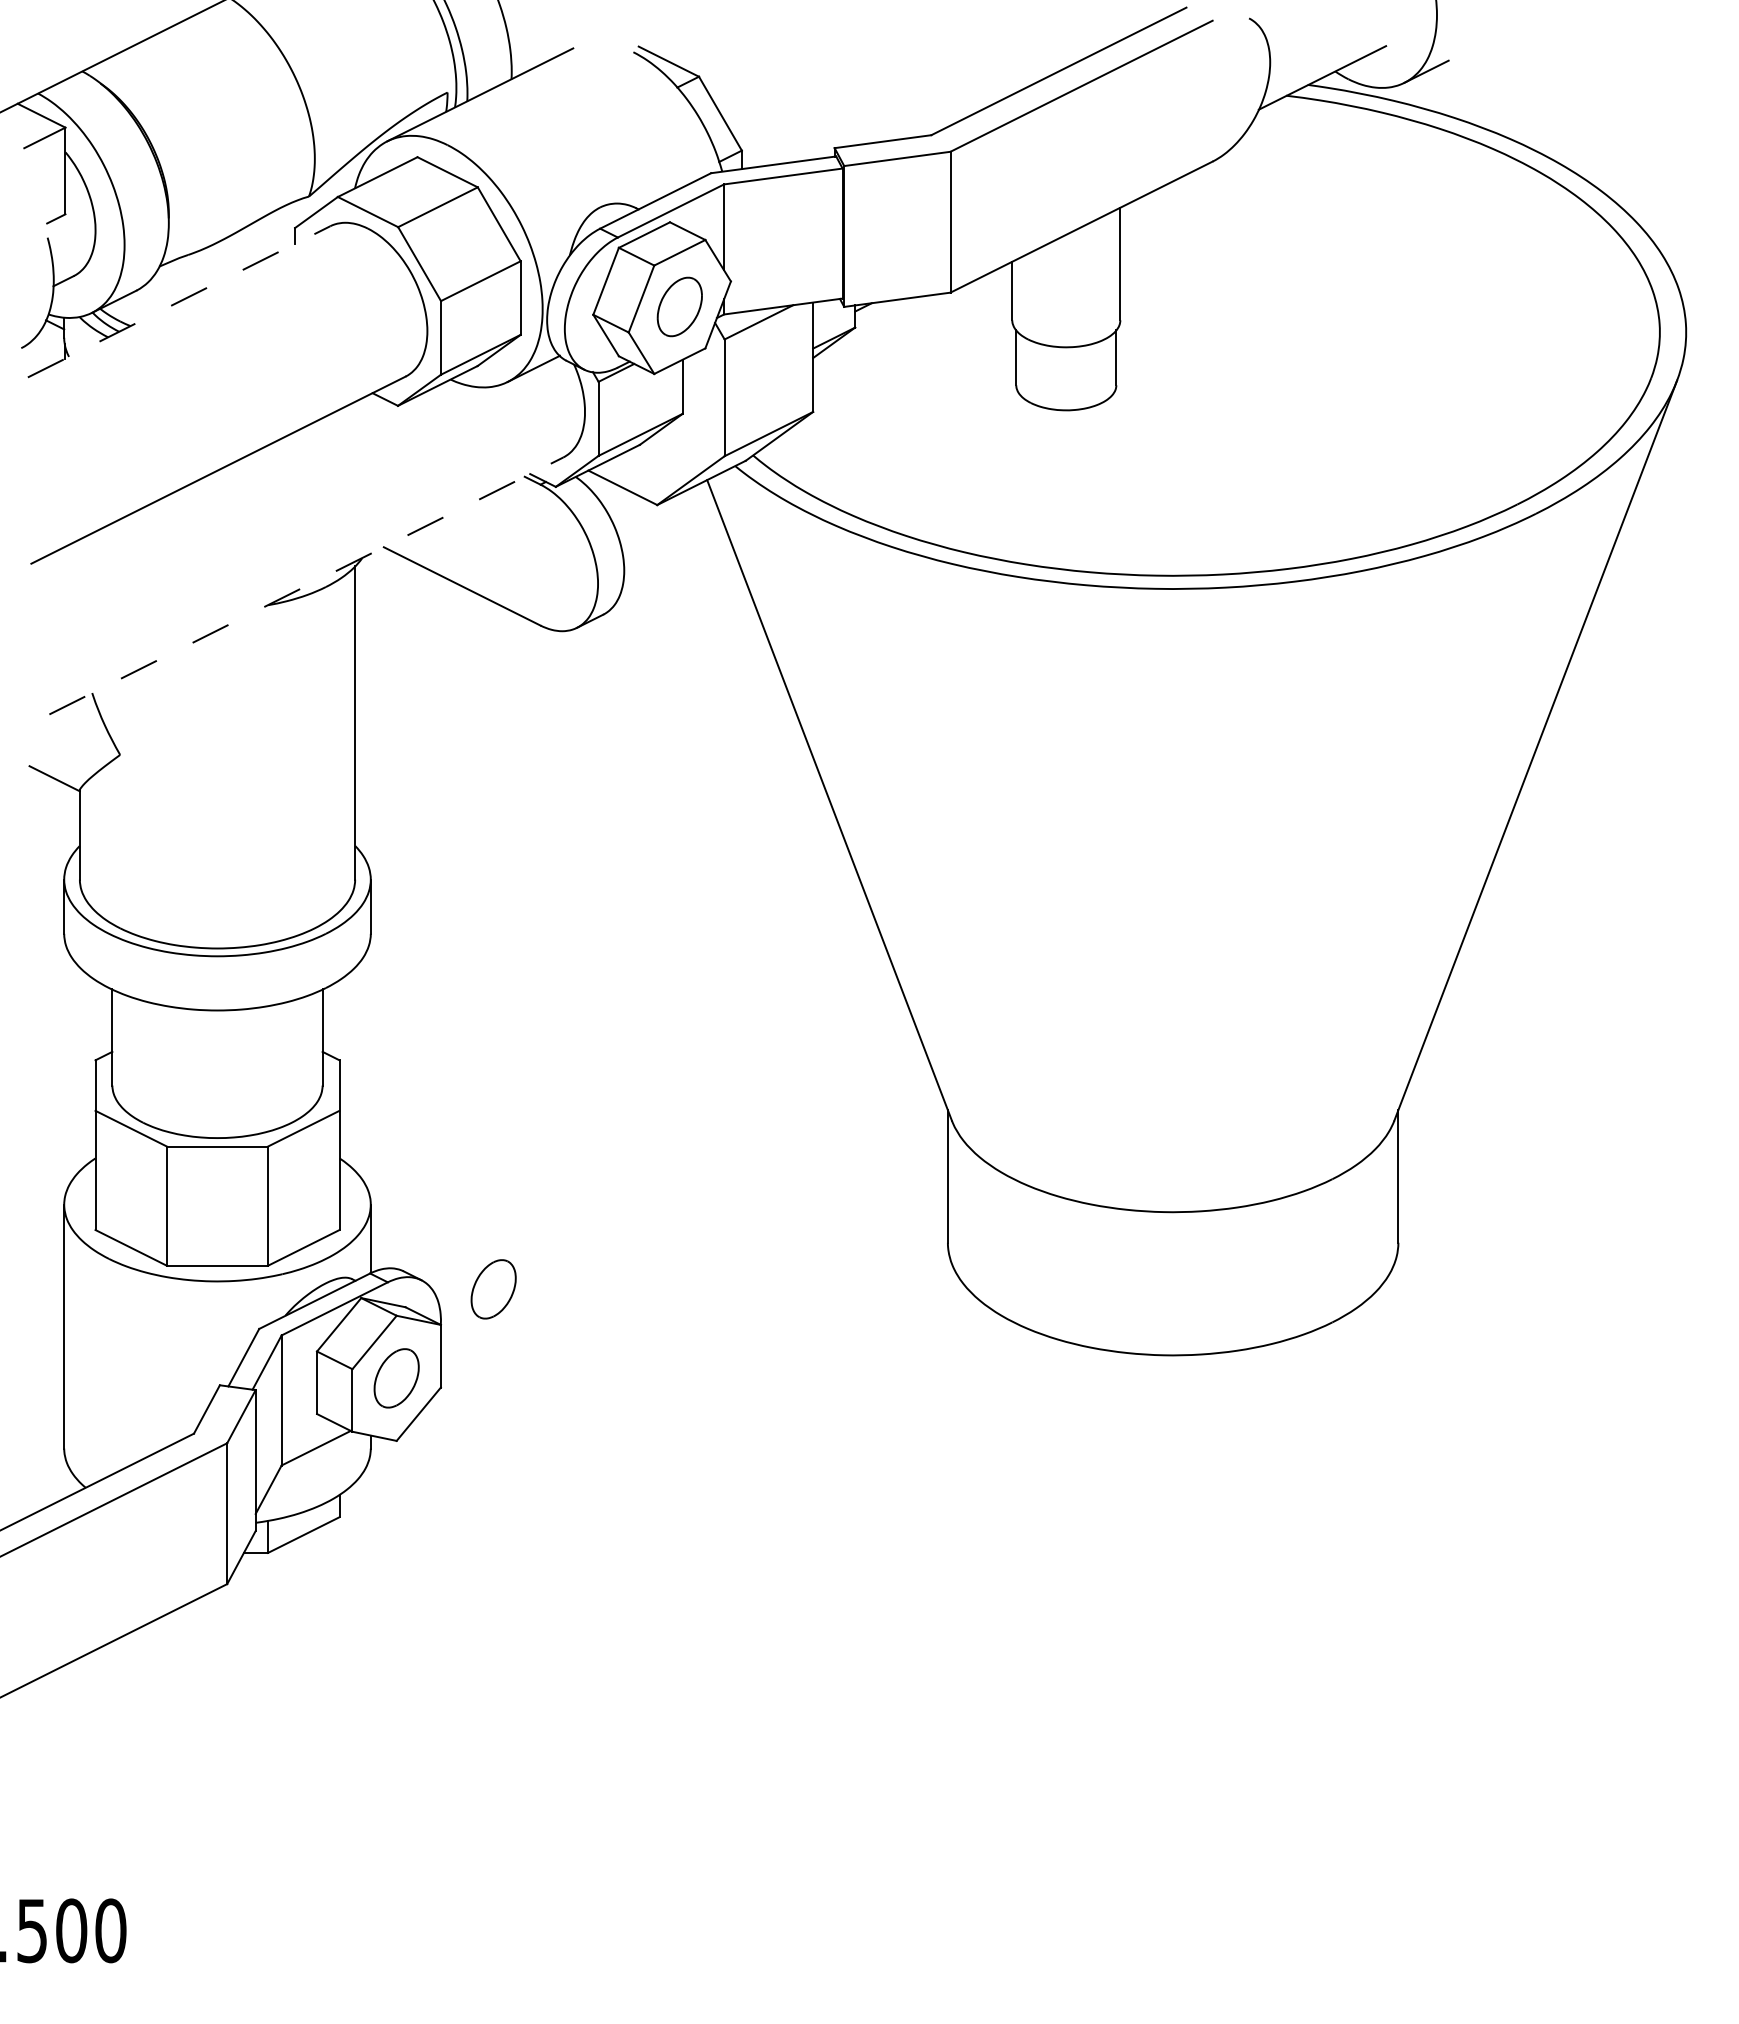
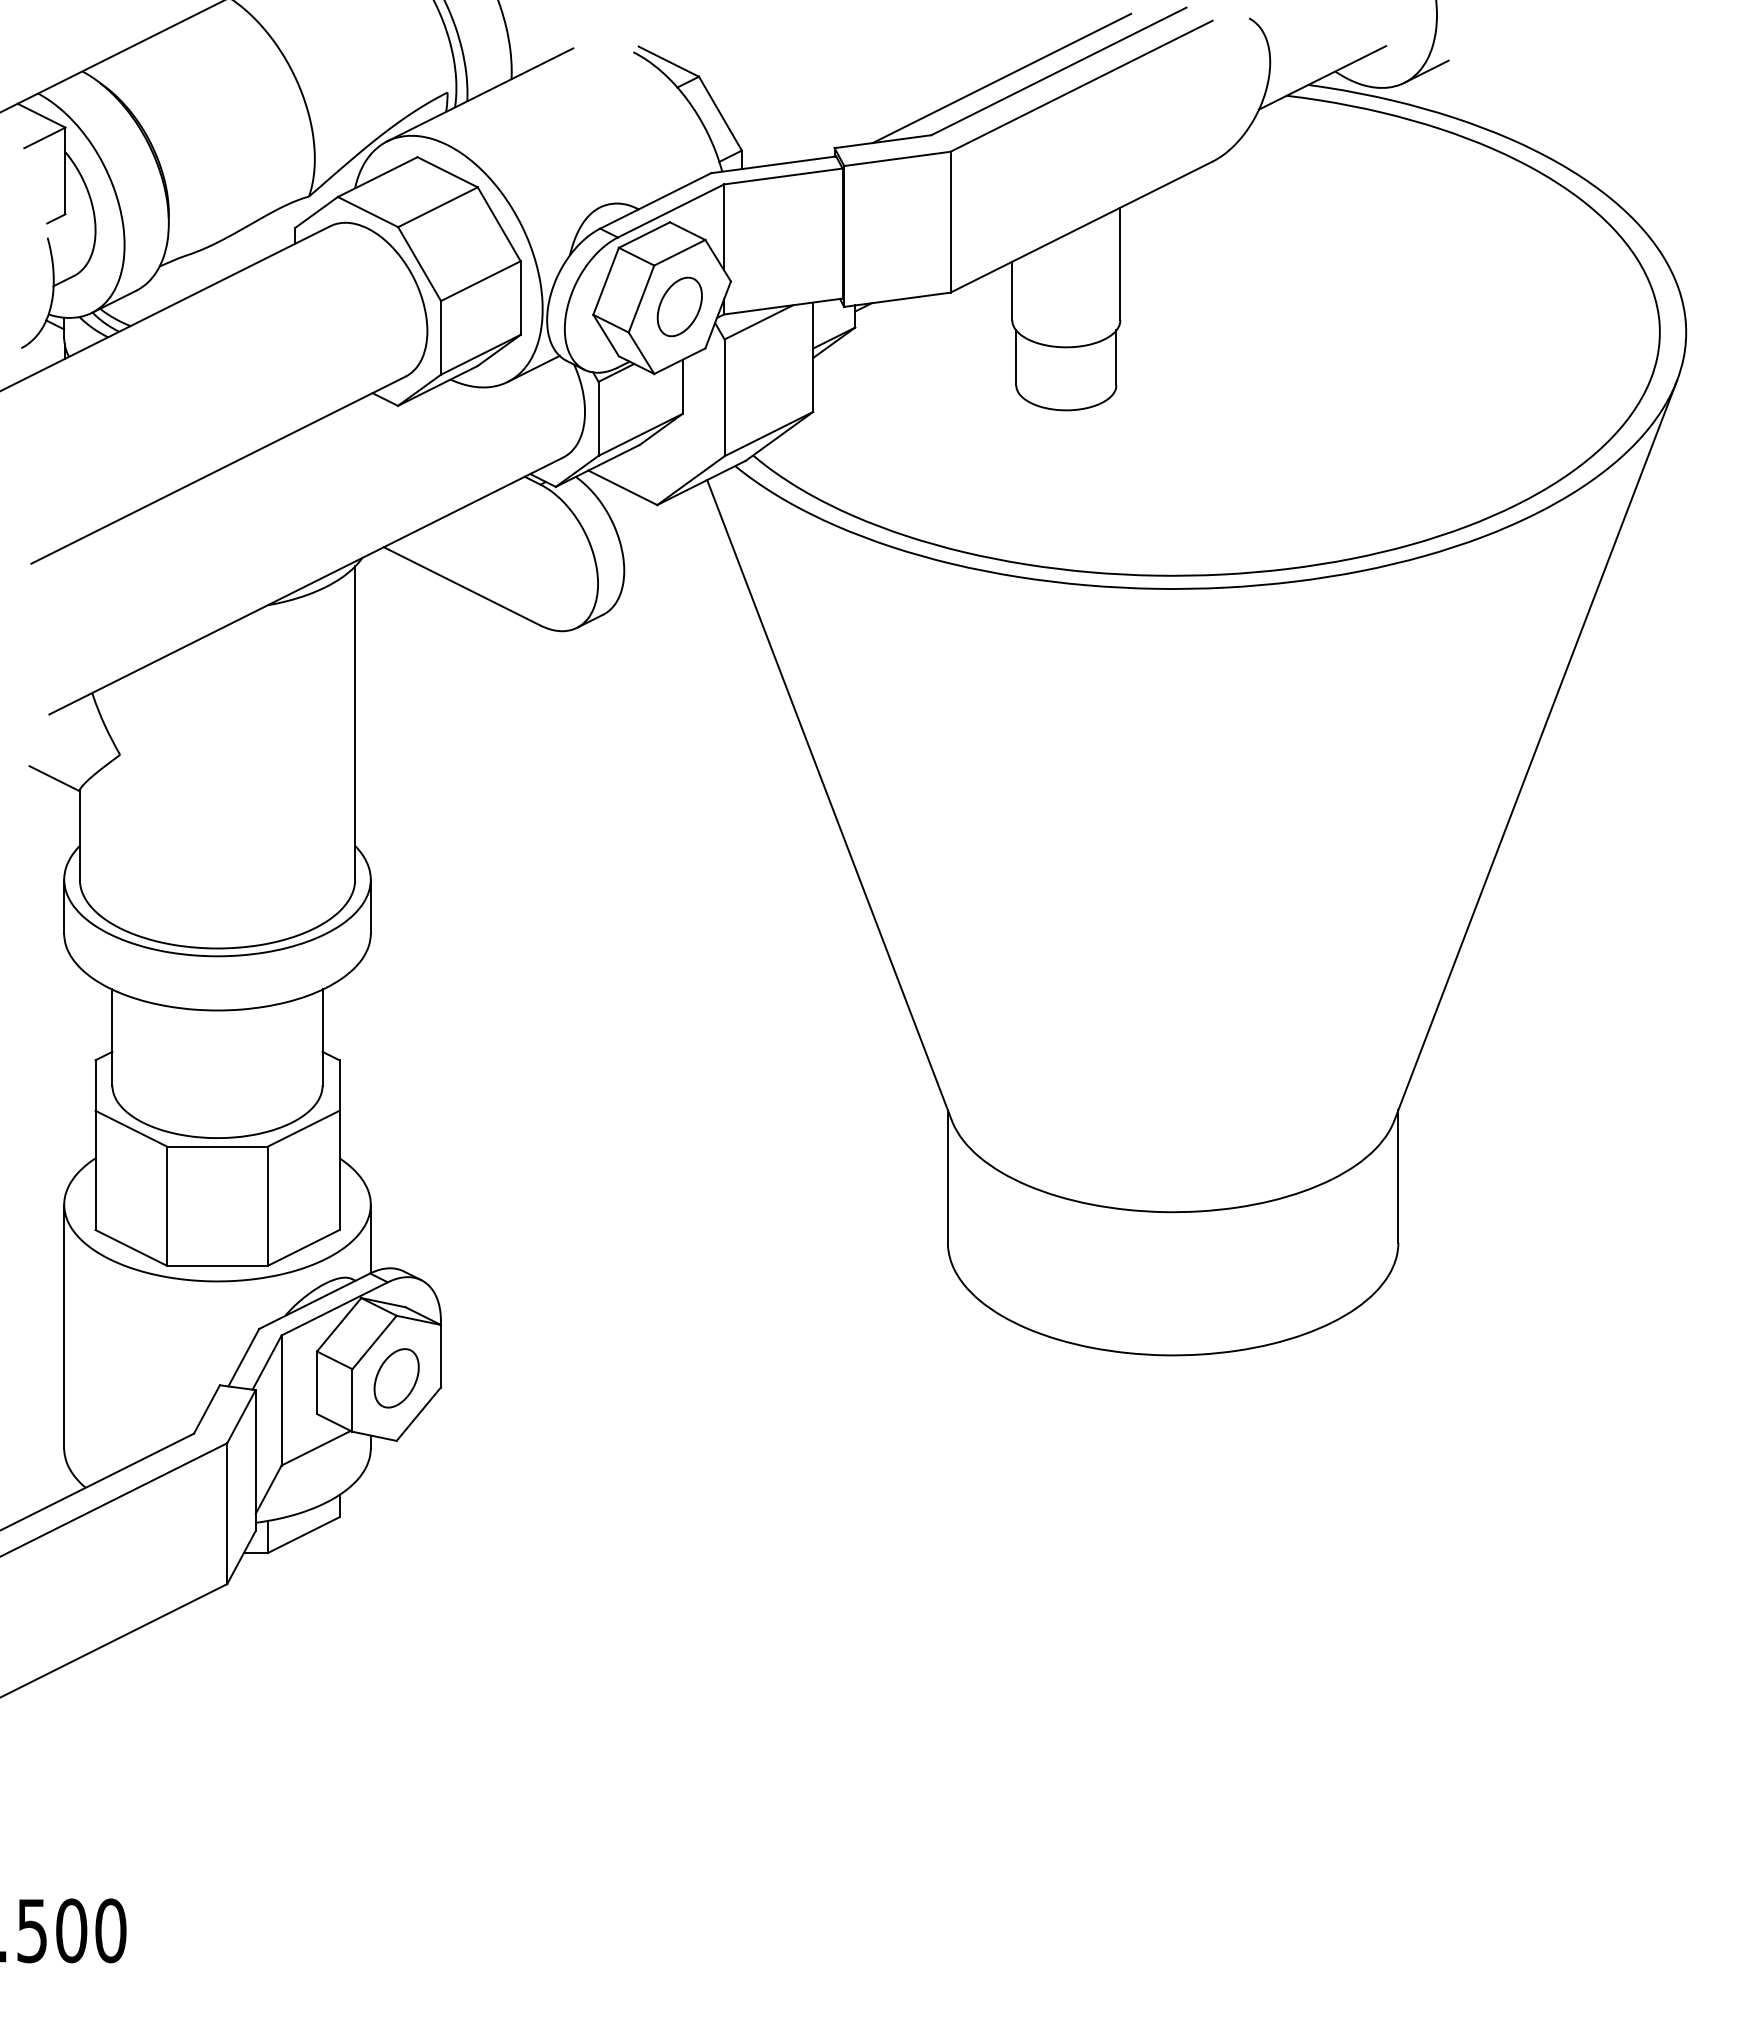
line at (1001, 78): none -> present
line at (165, 308): dashed -> solid
line at (306, 585): dashed -> solid
part at (493, 1289): present -> none
